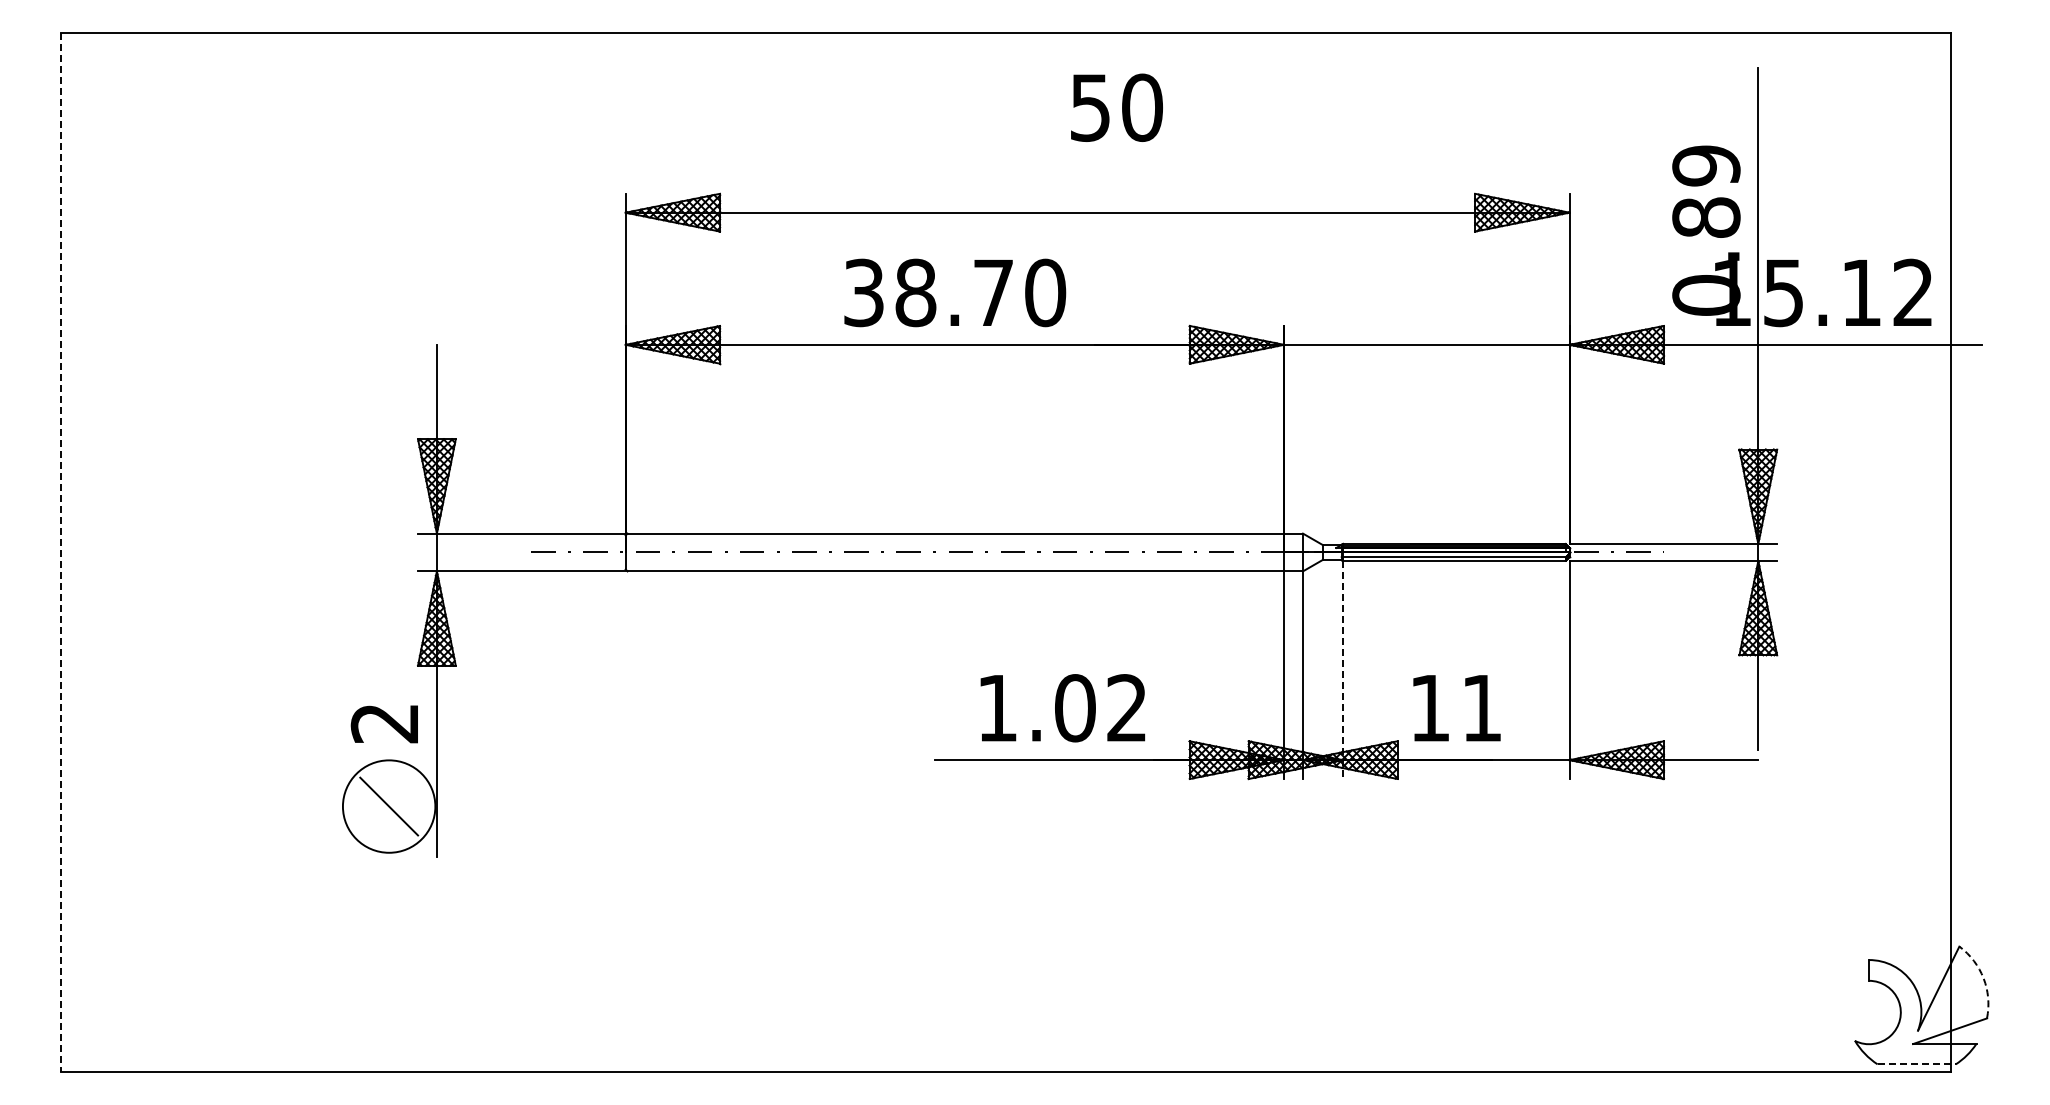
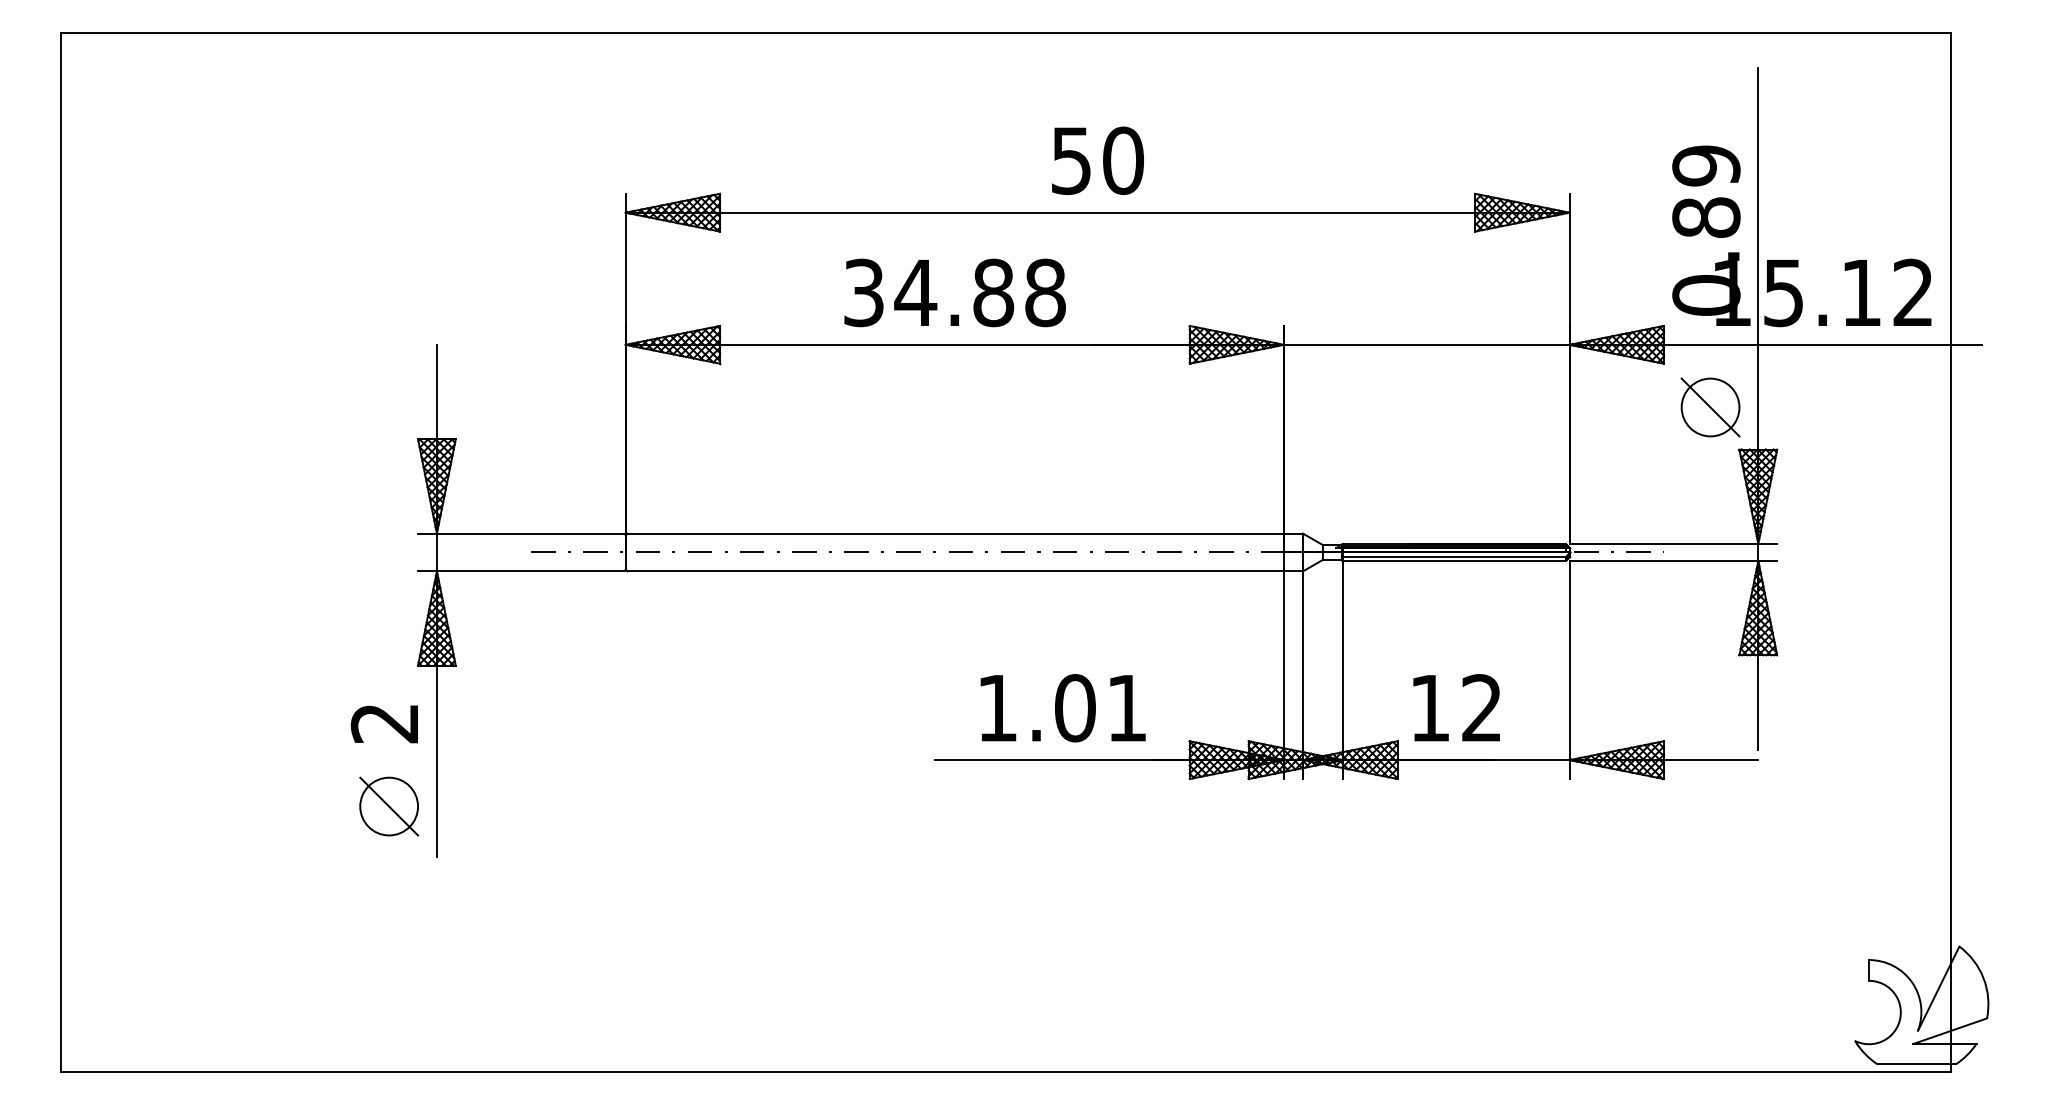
text at (1116, 107) position: (1116, 107) -> (1097, 160)
text at (980, 292): 38.70 -> 34.88
part at (1710, 407): none -> present
line at (61, 552): dashed -> solid
line at (1343, 670): dashed -> solid
text at (1126, 707): 1.02 -> 1.01
text at (1481, 707): 11 -> 12
circle at (388, 806) diameter: 92 px -> 58 px
arc at (1983, 978): dashed -> solid
line at (1917, 1064): dashed -> solid
